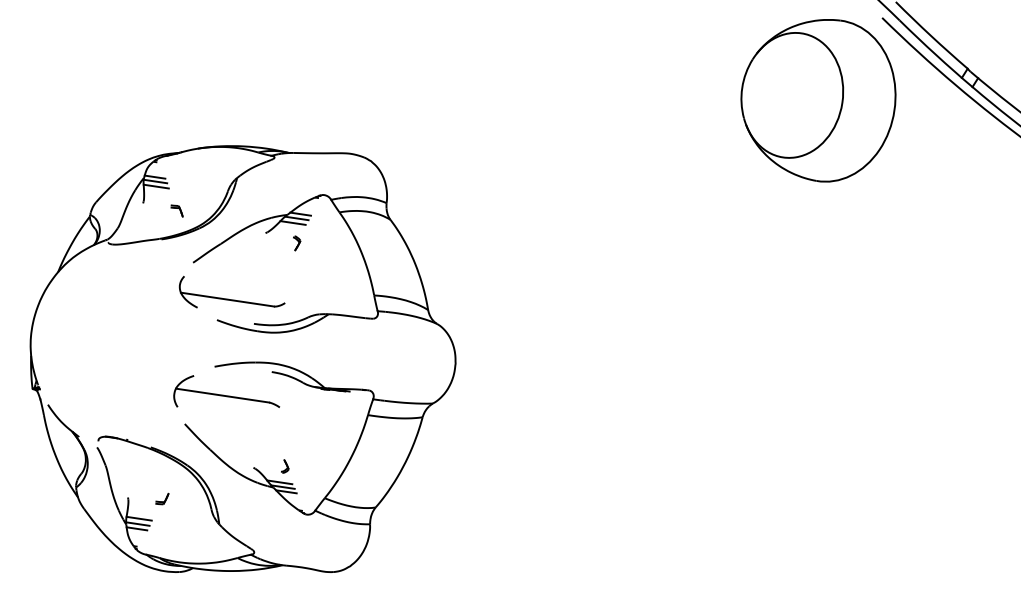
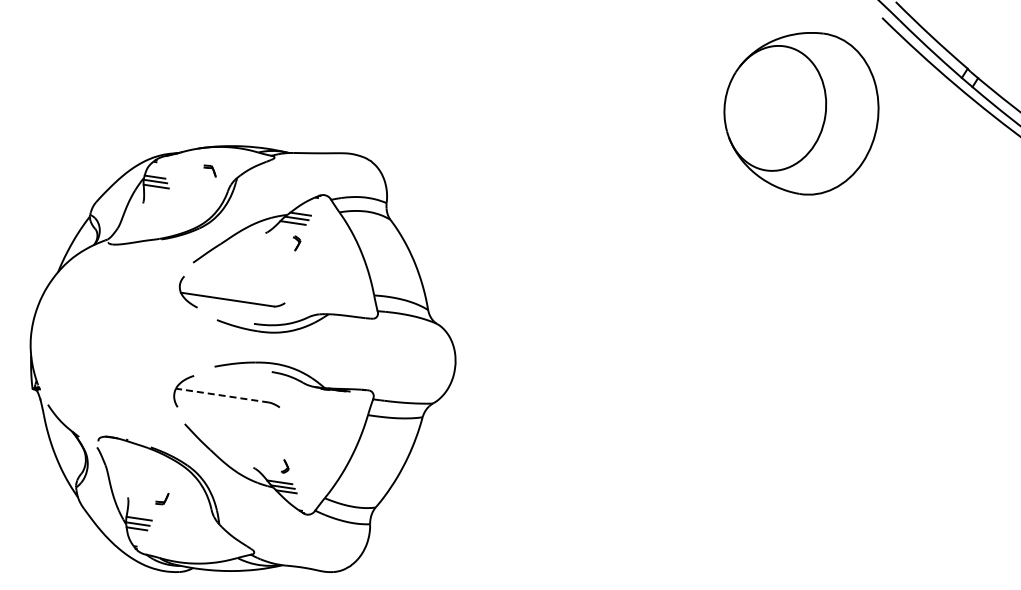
part at (818, 100) position: (818, 100) -> (801, 113)
part at (176, 210) position: (176, 210) -> (209, 170)
line at (222, 395): solid -> dashed
